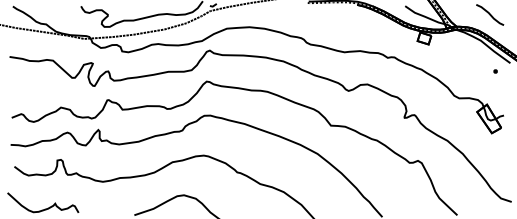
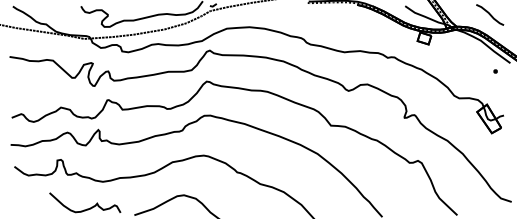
curve at (45, 208) position: (45, 208) -> (87, 208)
